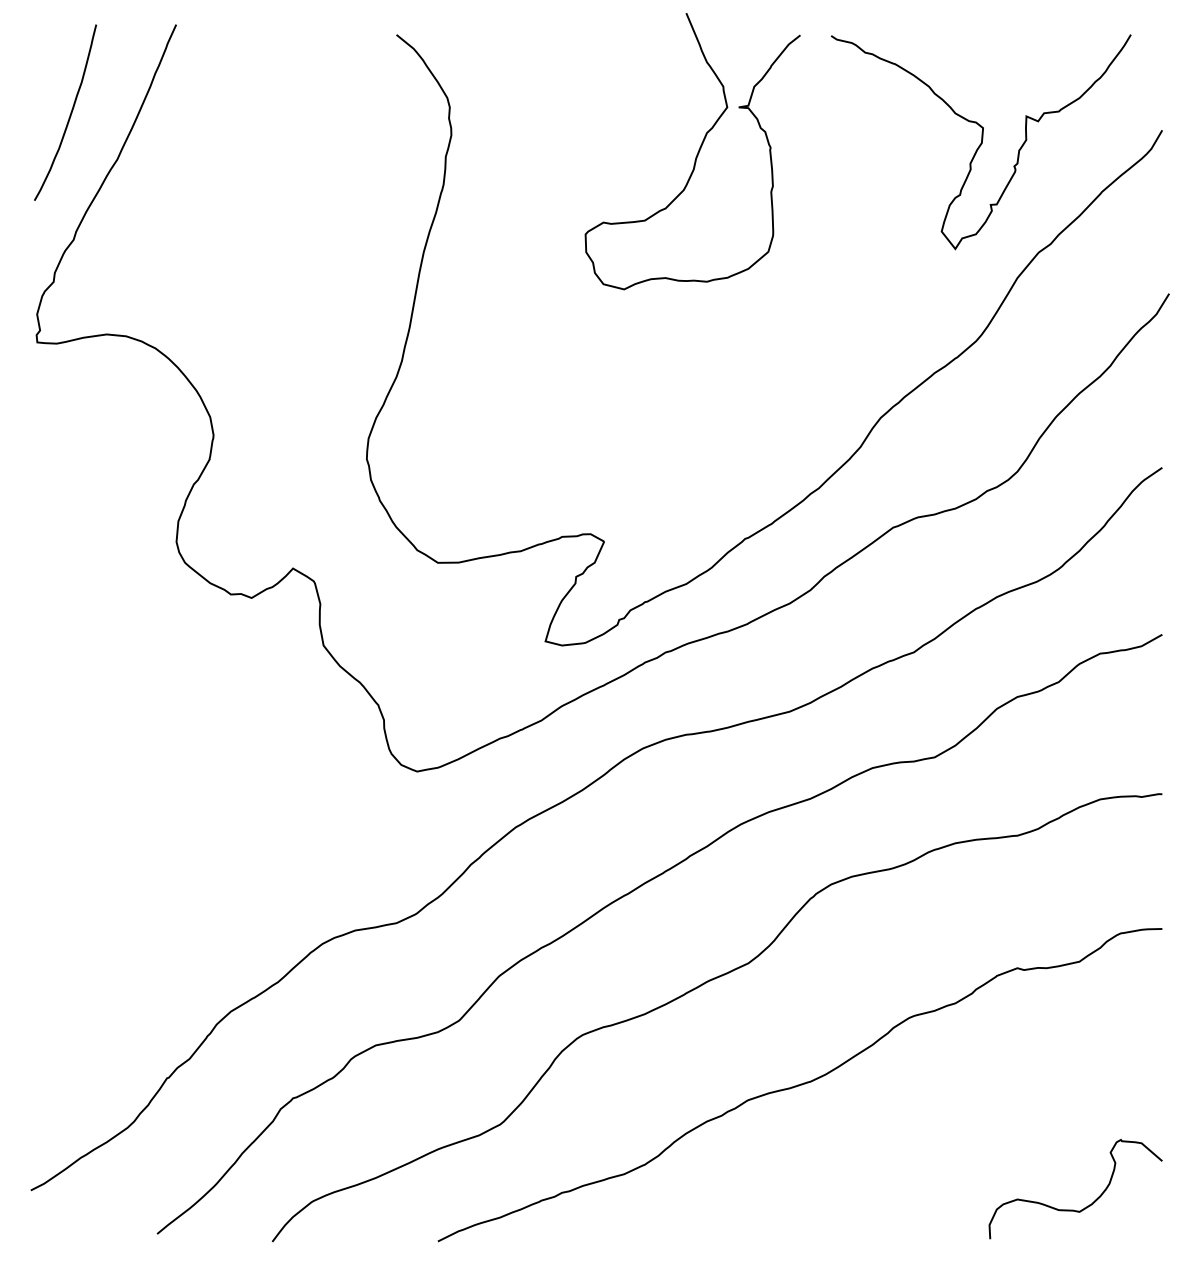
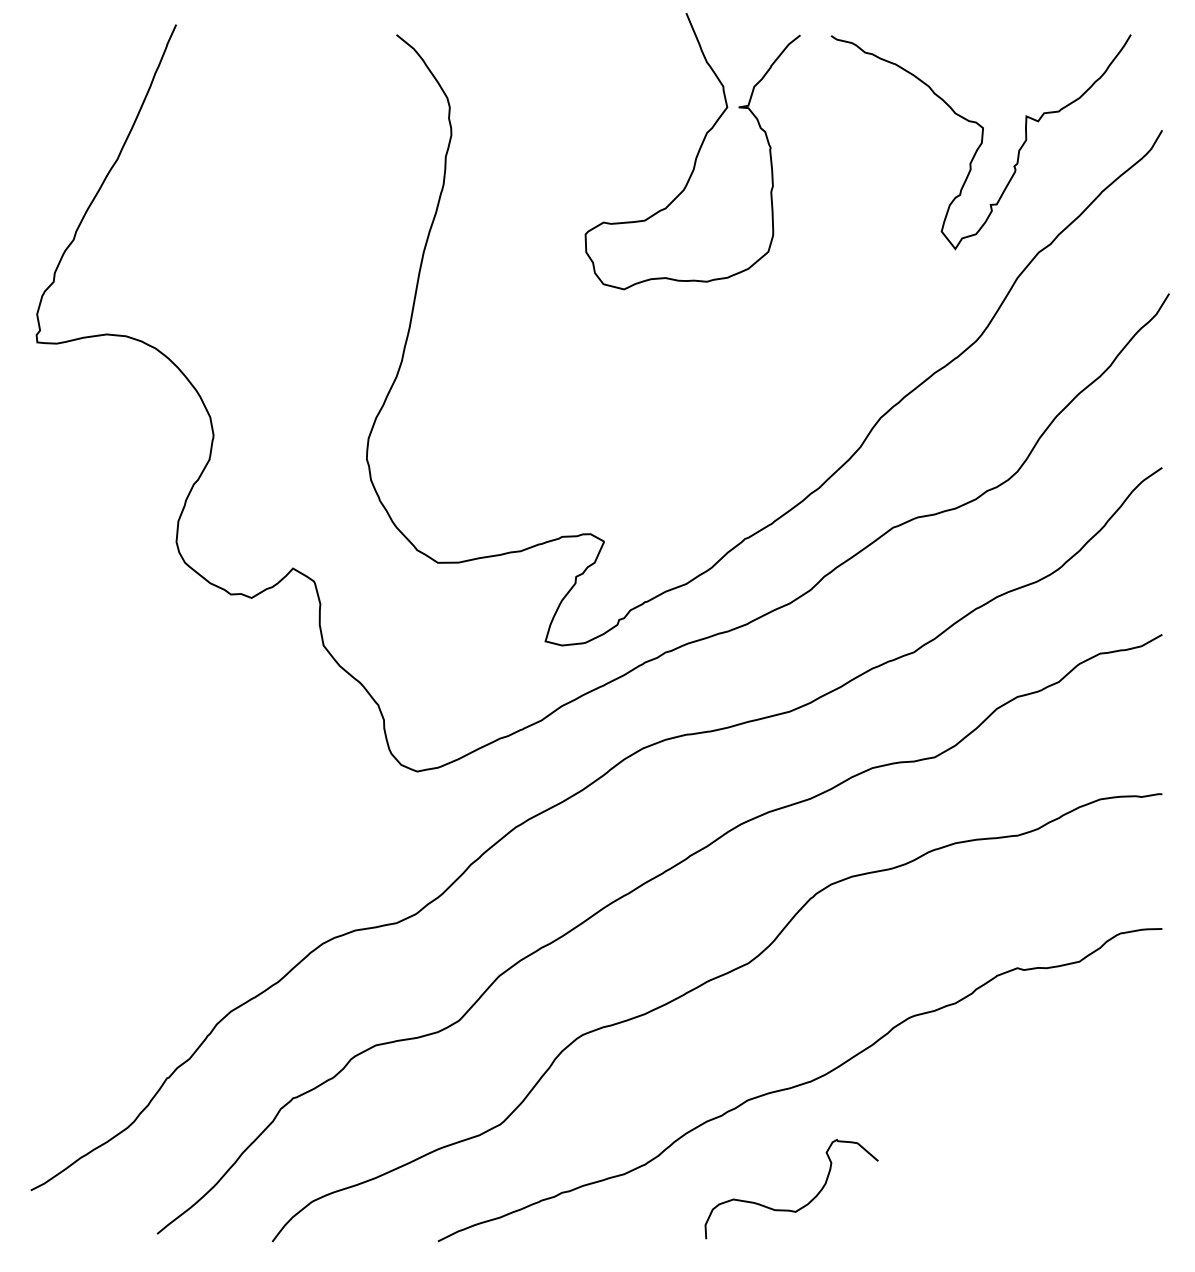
curve at (70, 112): present -> none
curve at (1087, 1205) position: (1087, 1205) -> (803, 1205)
